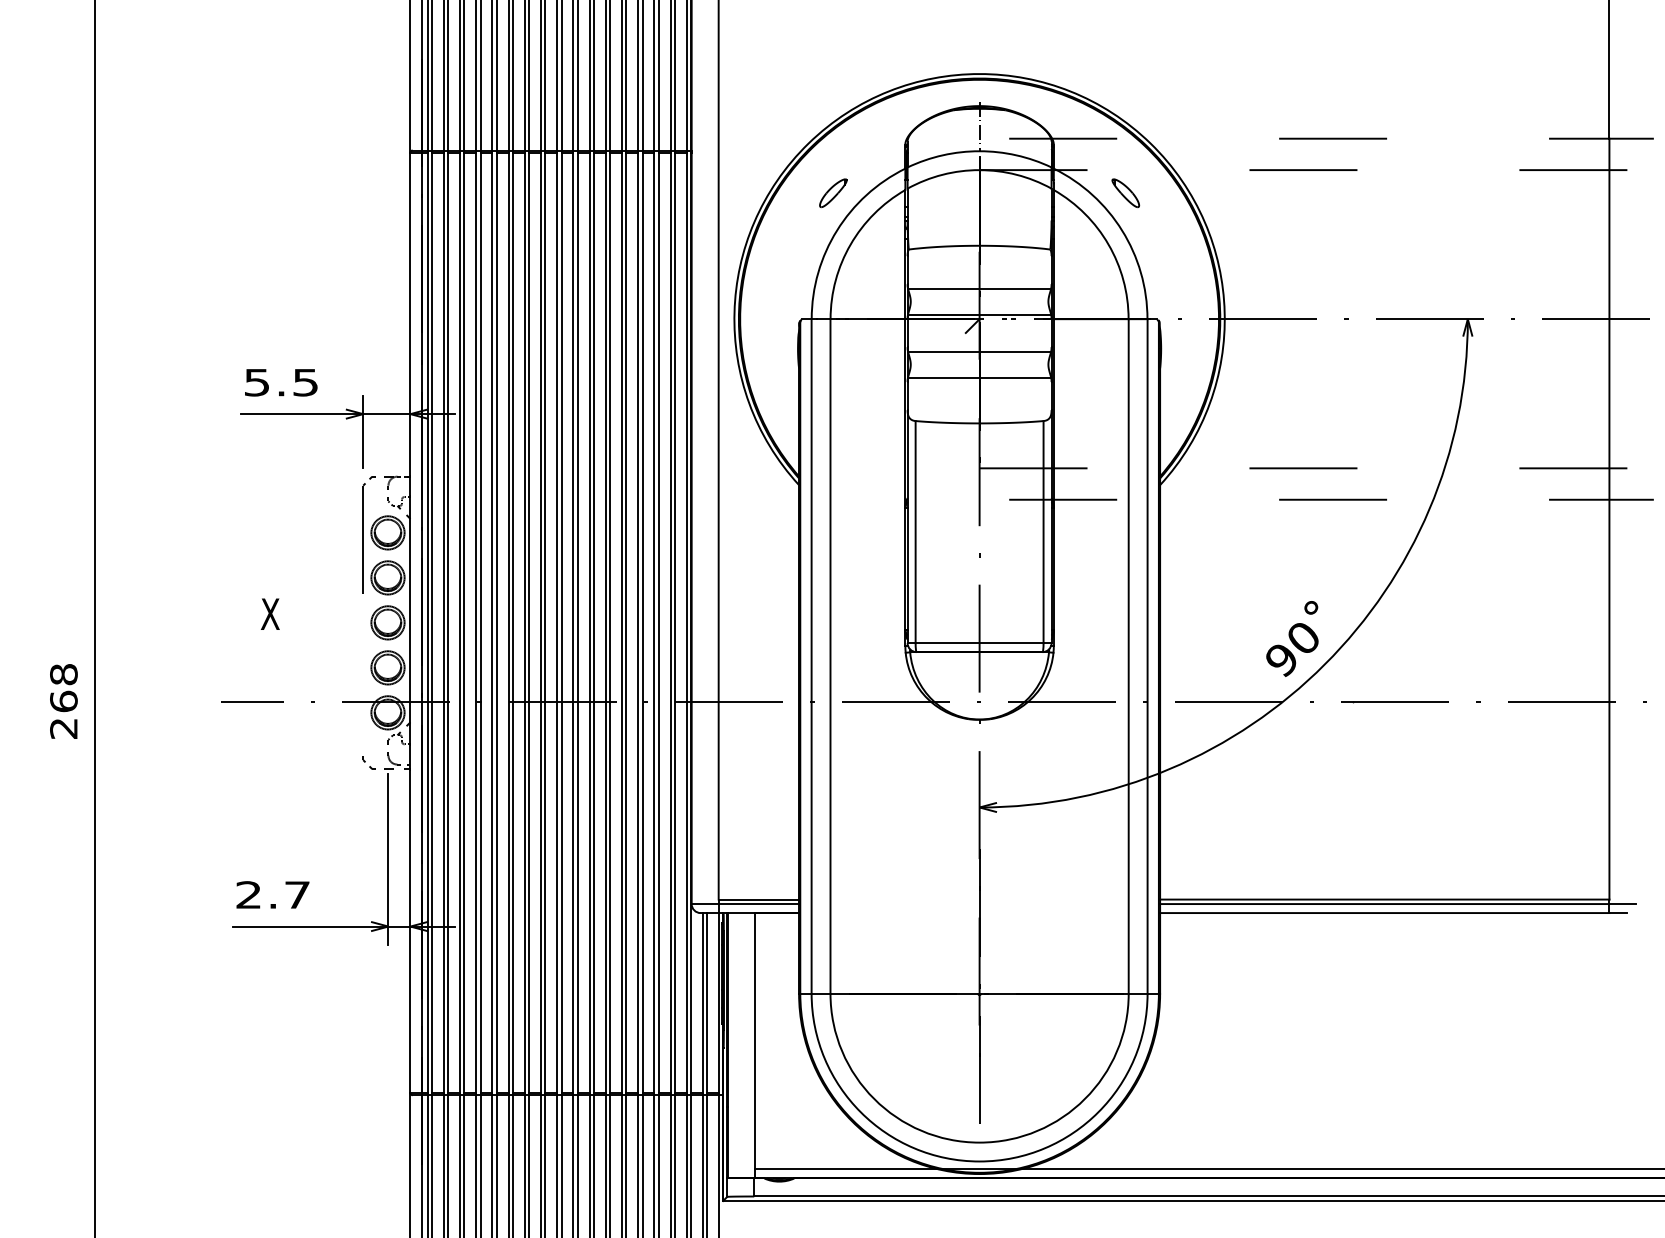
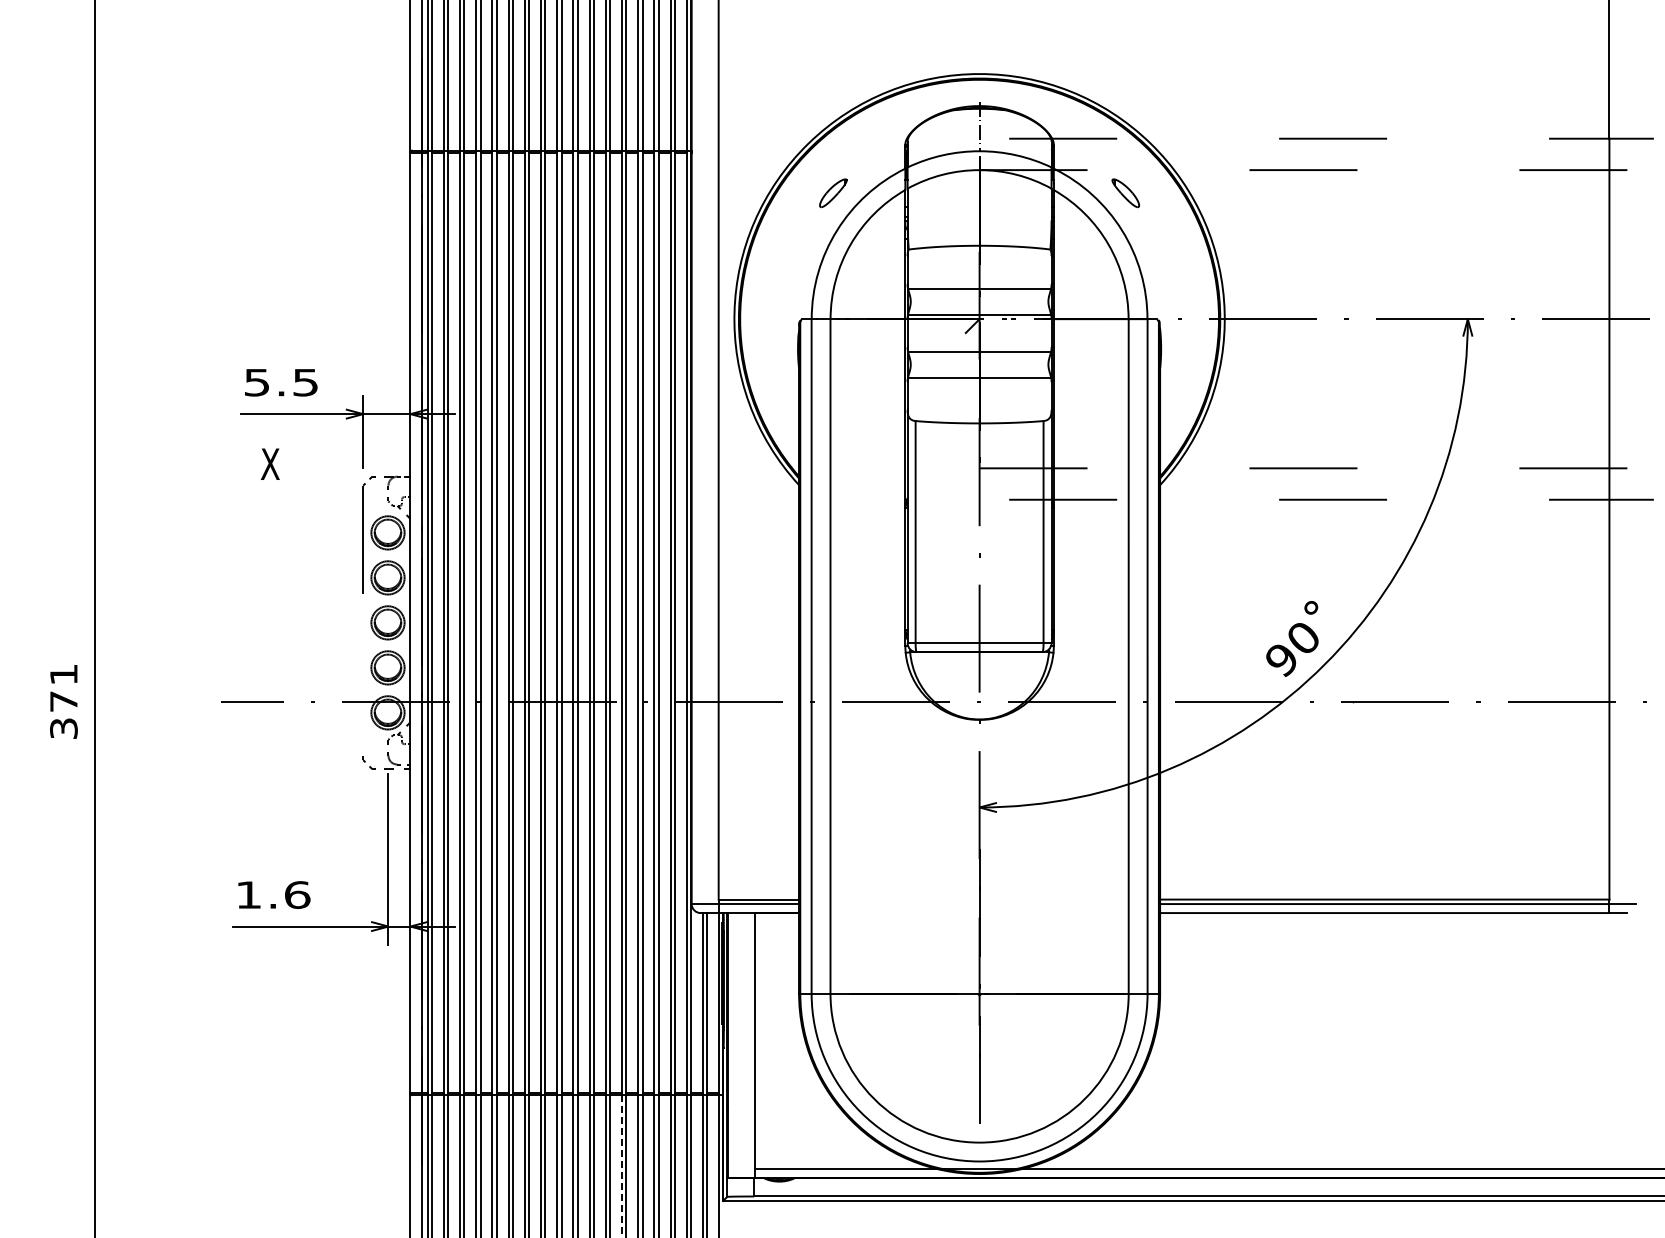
text at (270, 613) position: (270, 613) -> (270, 463)
text at (63, 701): 268 -> 371
text at (273, 894): 2.7 -> 1.6
line at (621, 1166): solid -> dashed
